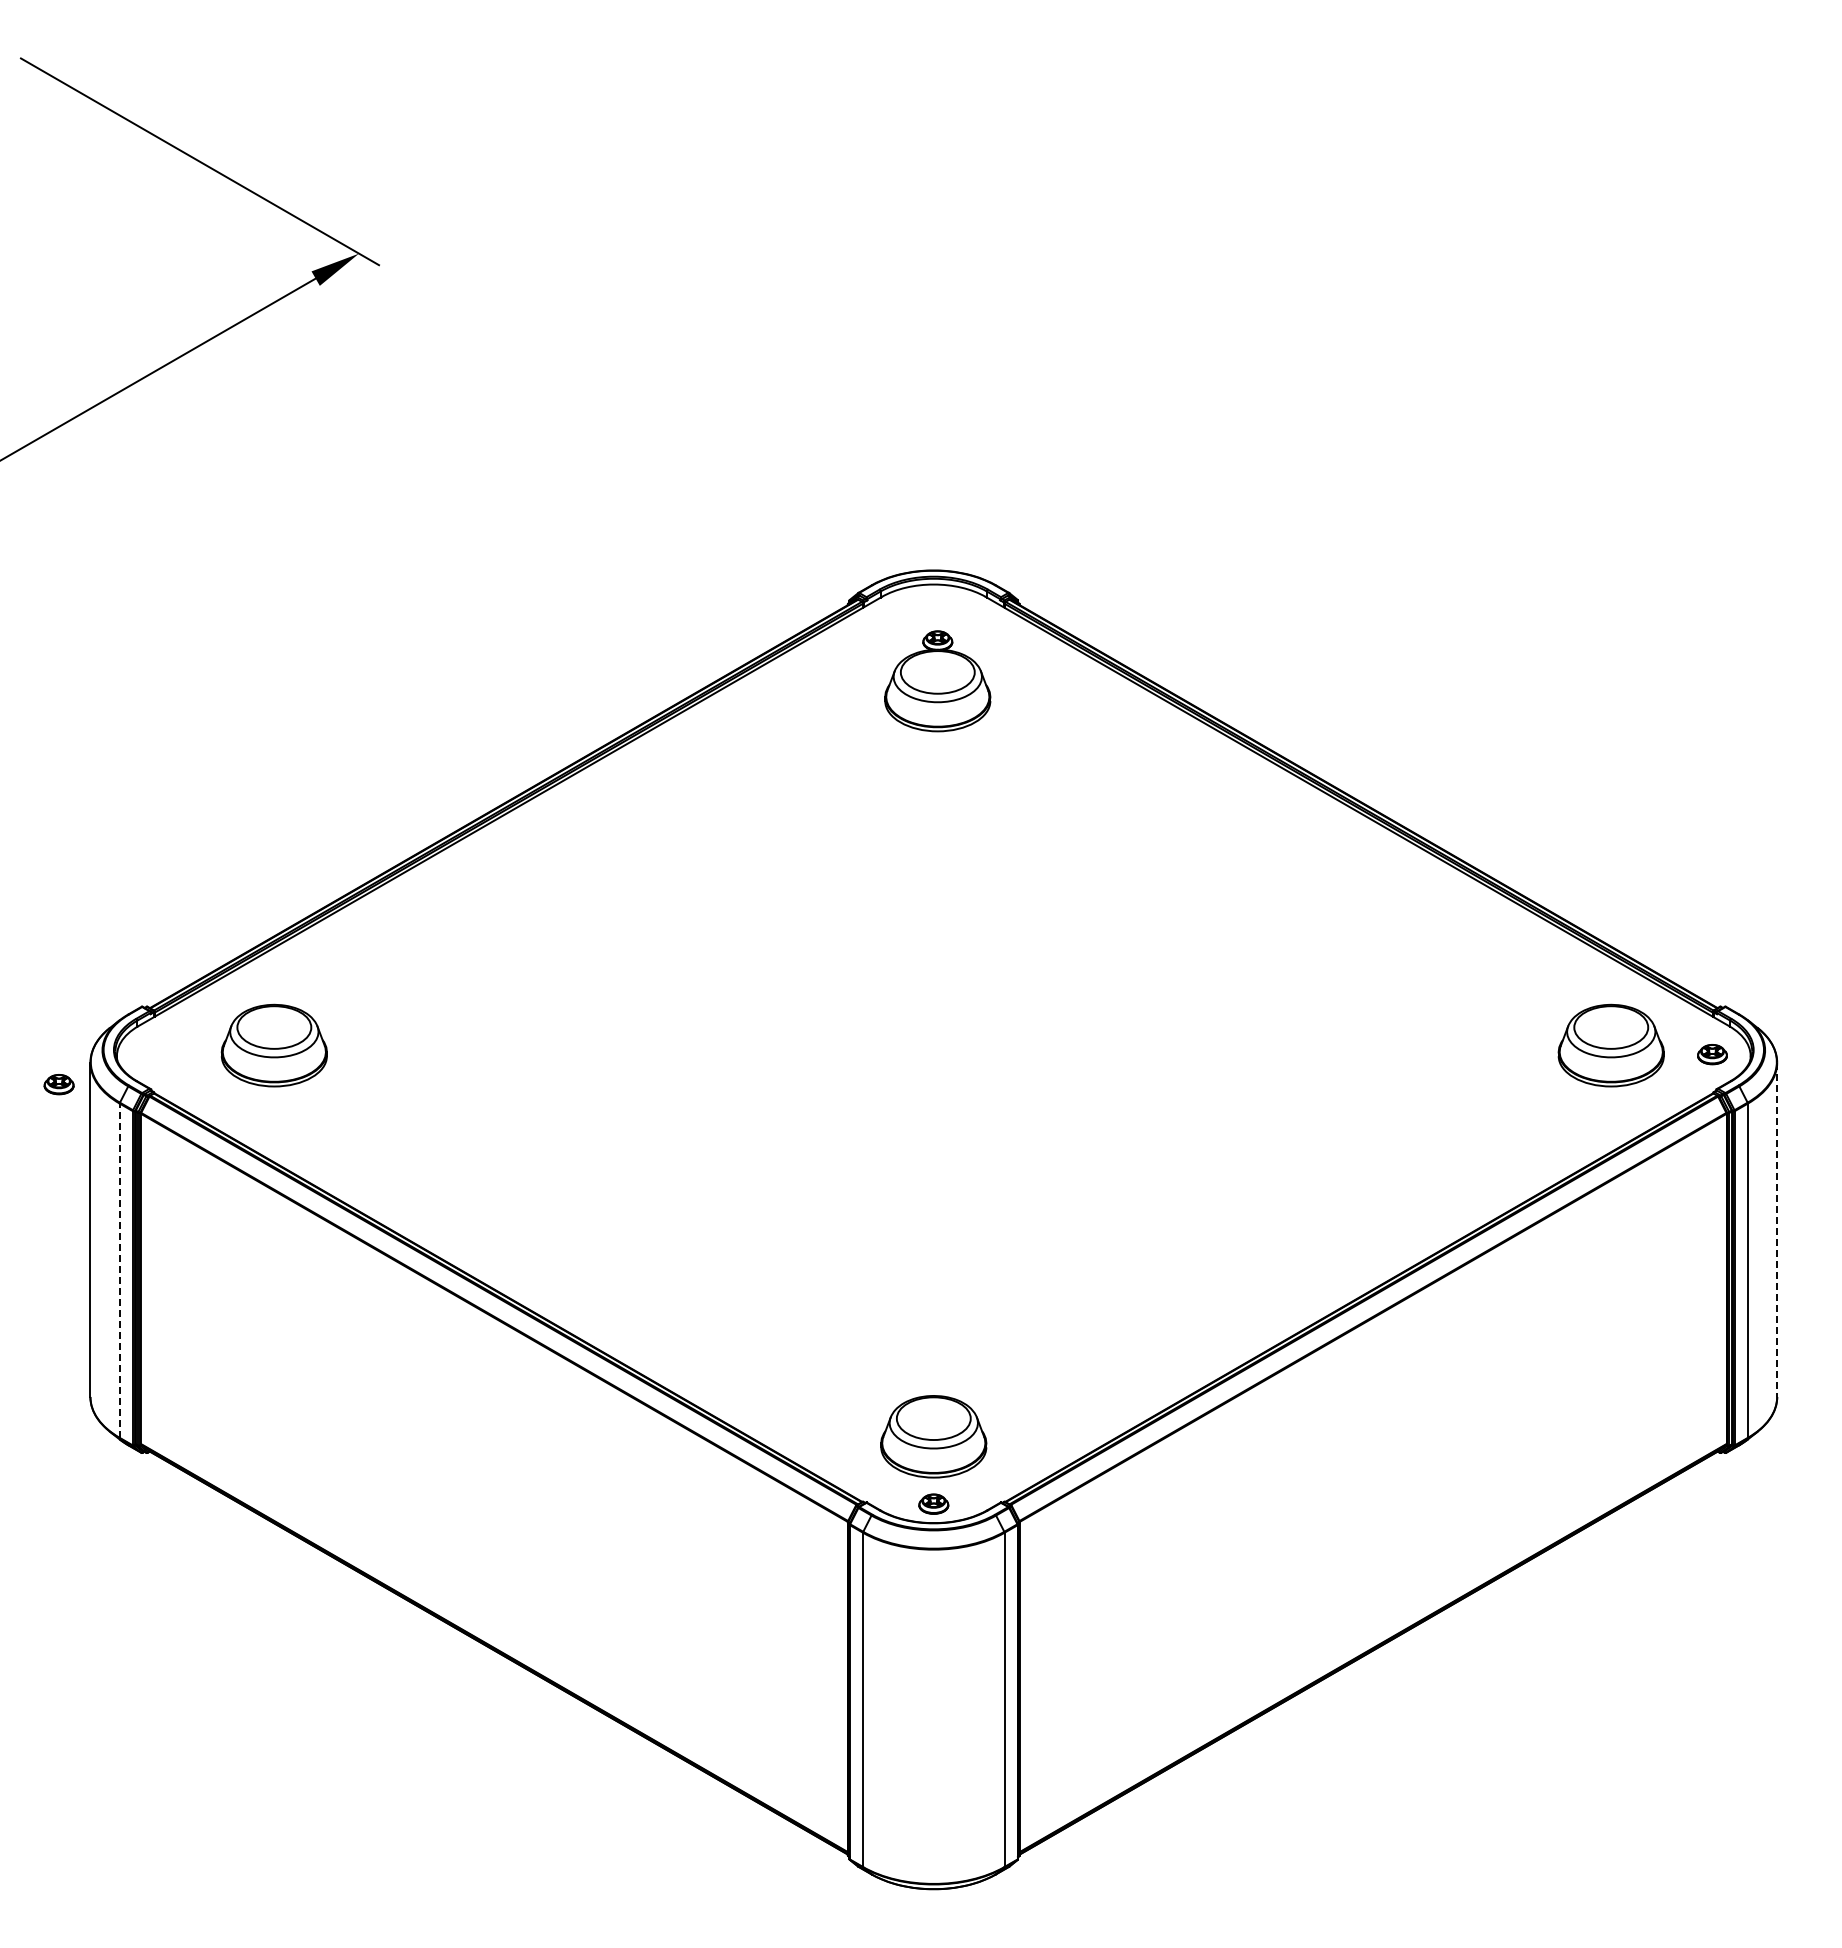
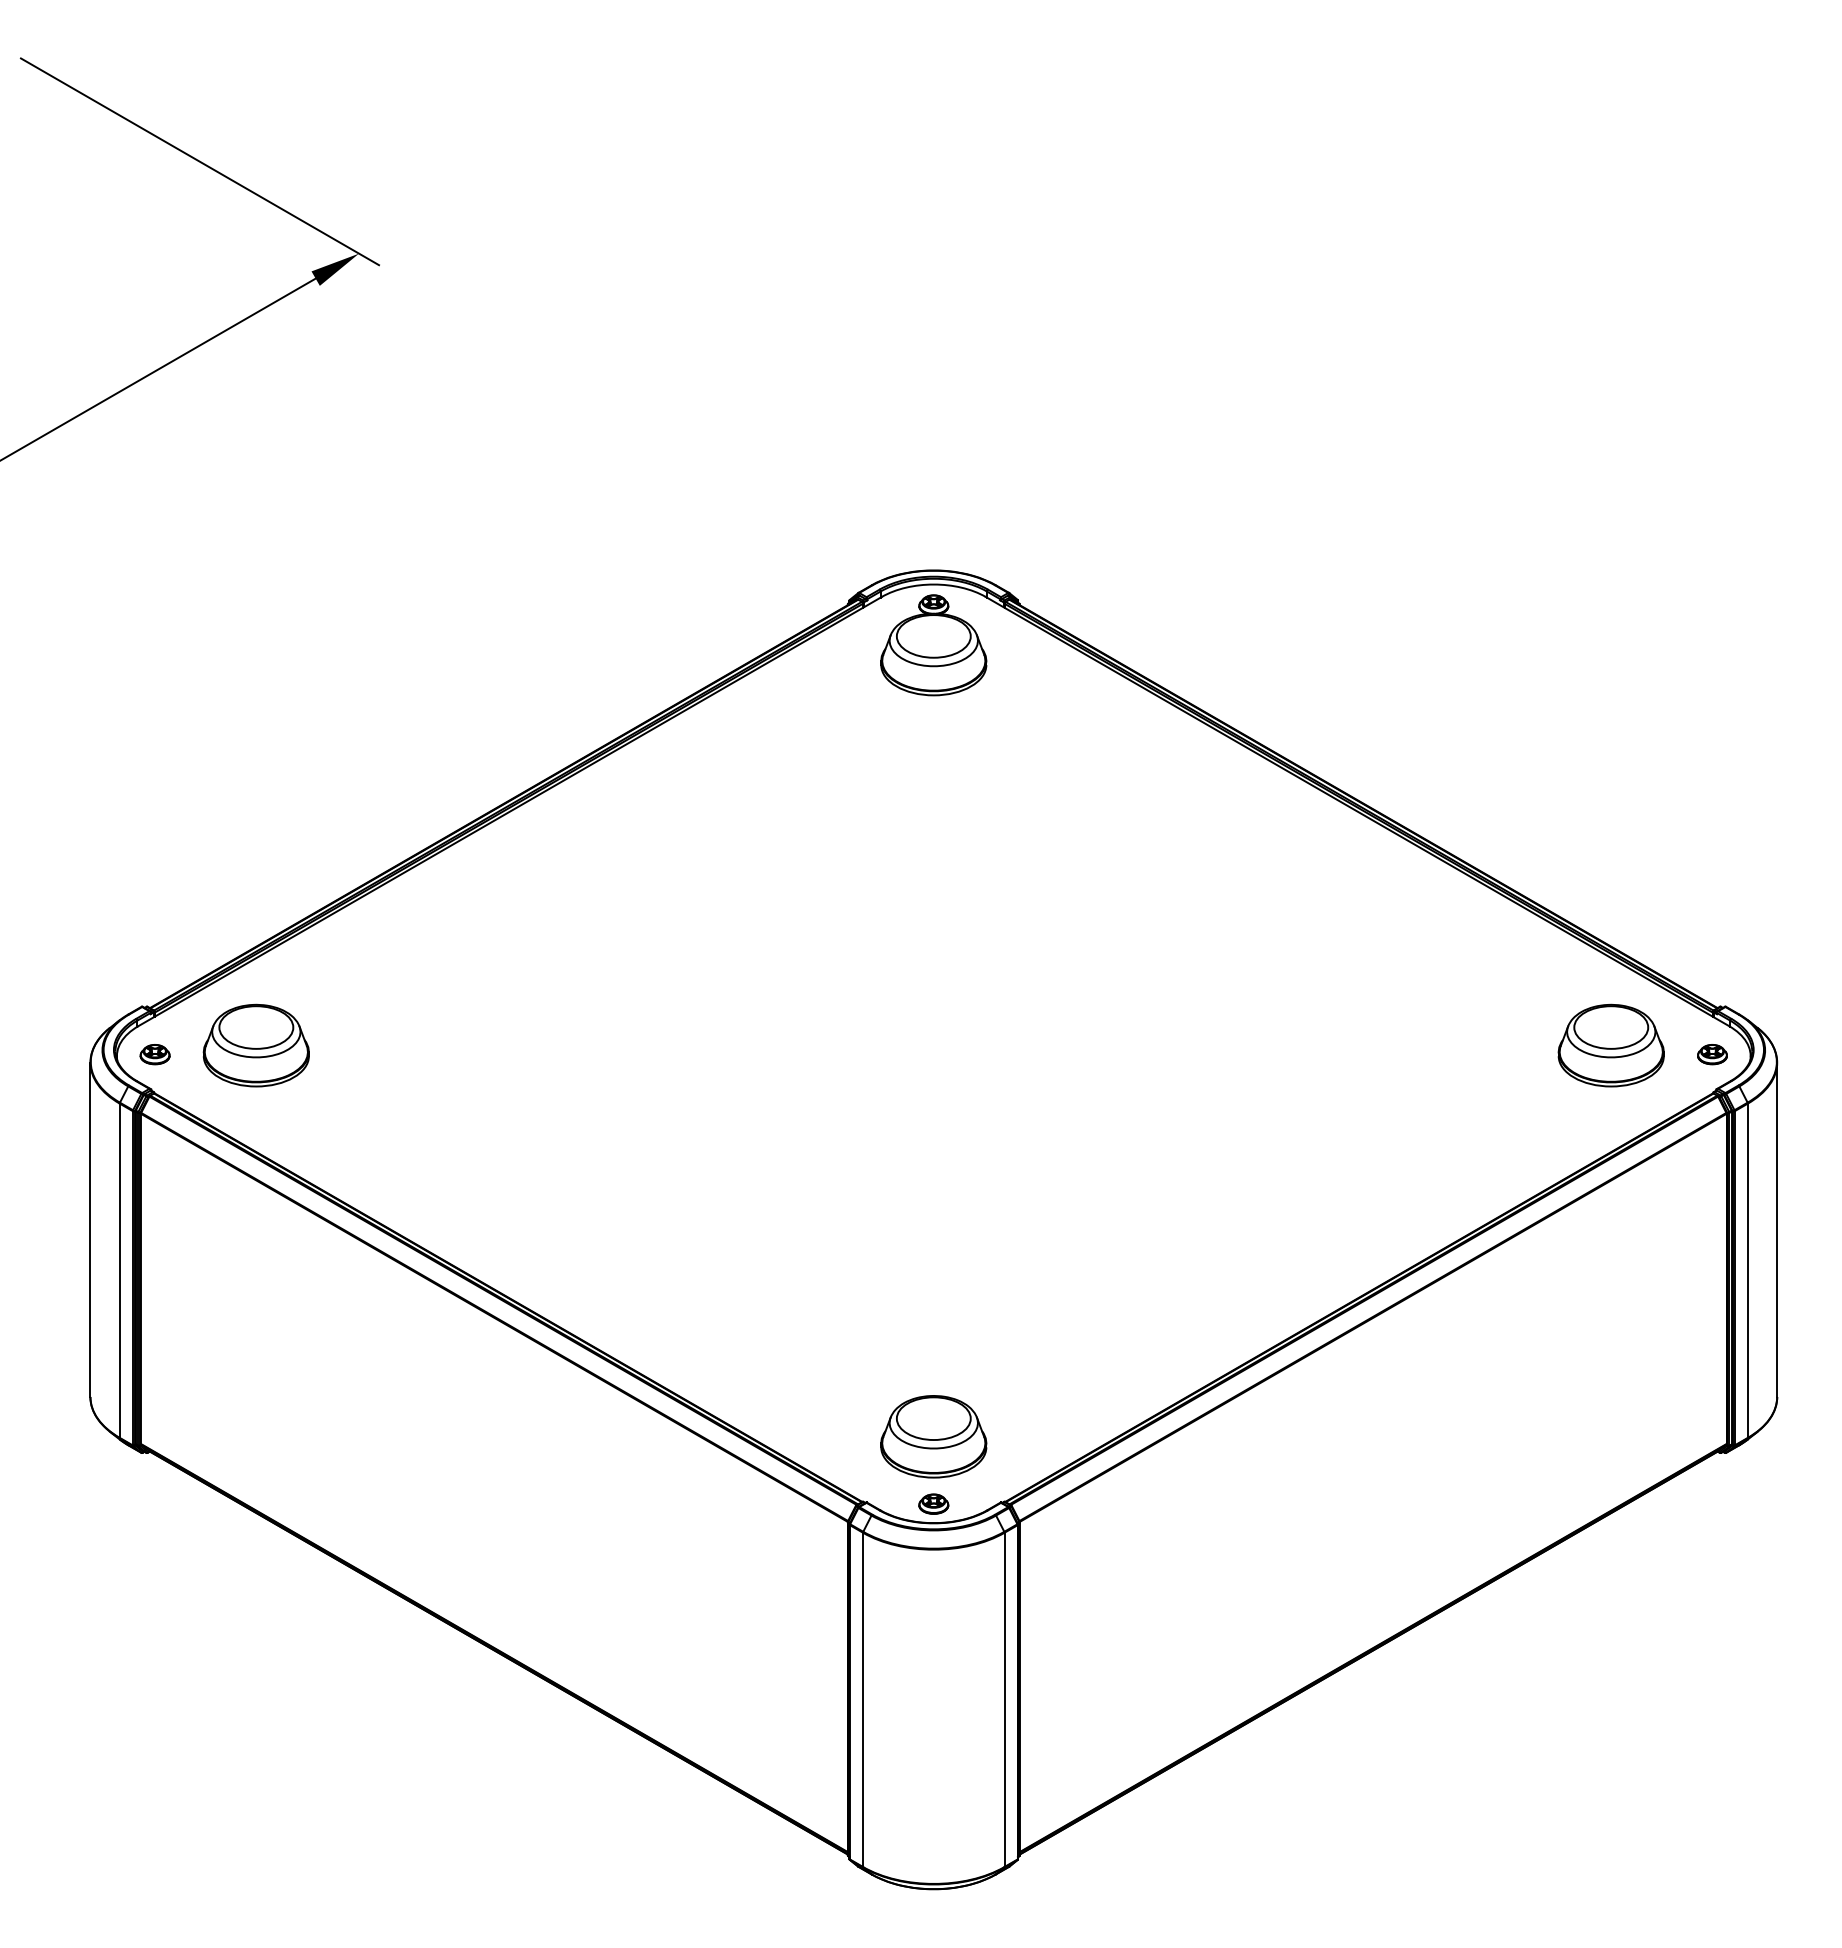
part at (937, 681) position: (937, 681) -> (933, 645)
part at (273, 1045) position: (273, 1045) -> (255, 1045)
part at (58, 1084) position: (58, 1084) -> (154, 1054)
line at (1777, 1230): dashed -> solid
line at (119, 1270): dashed -> solid
